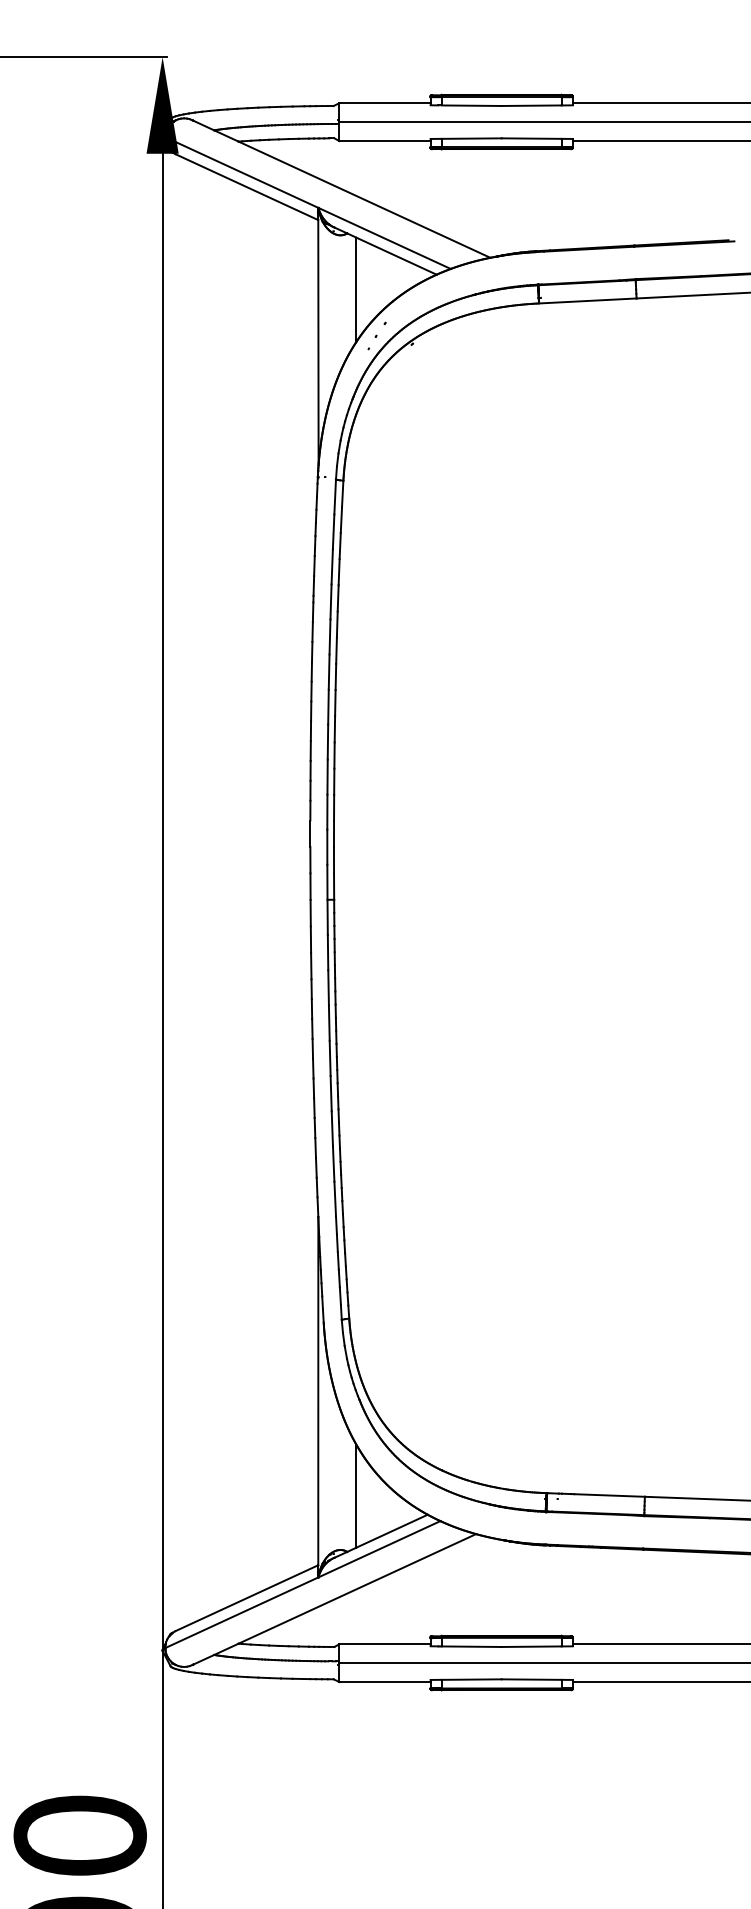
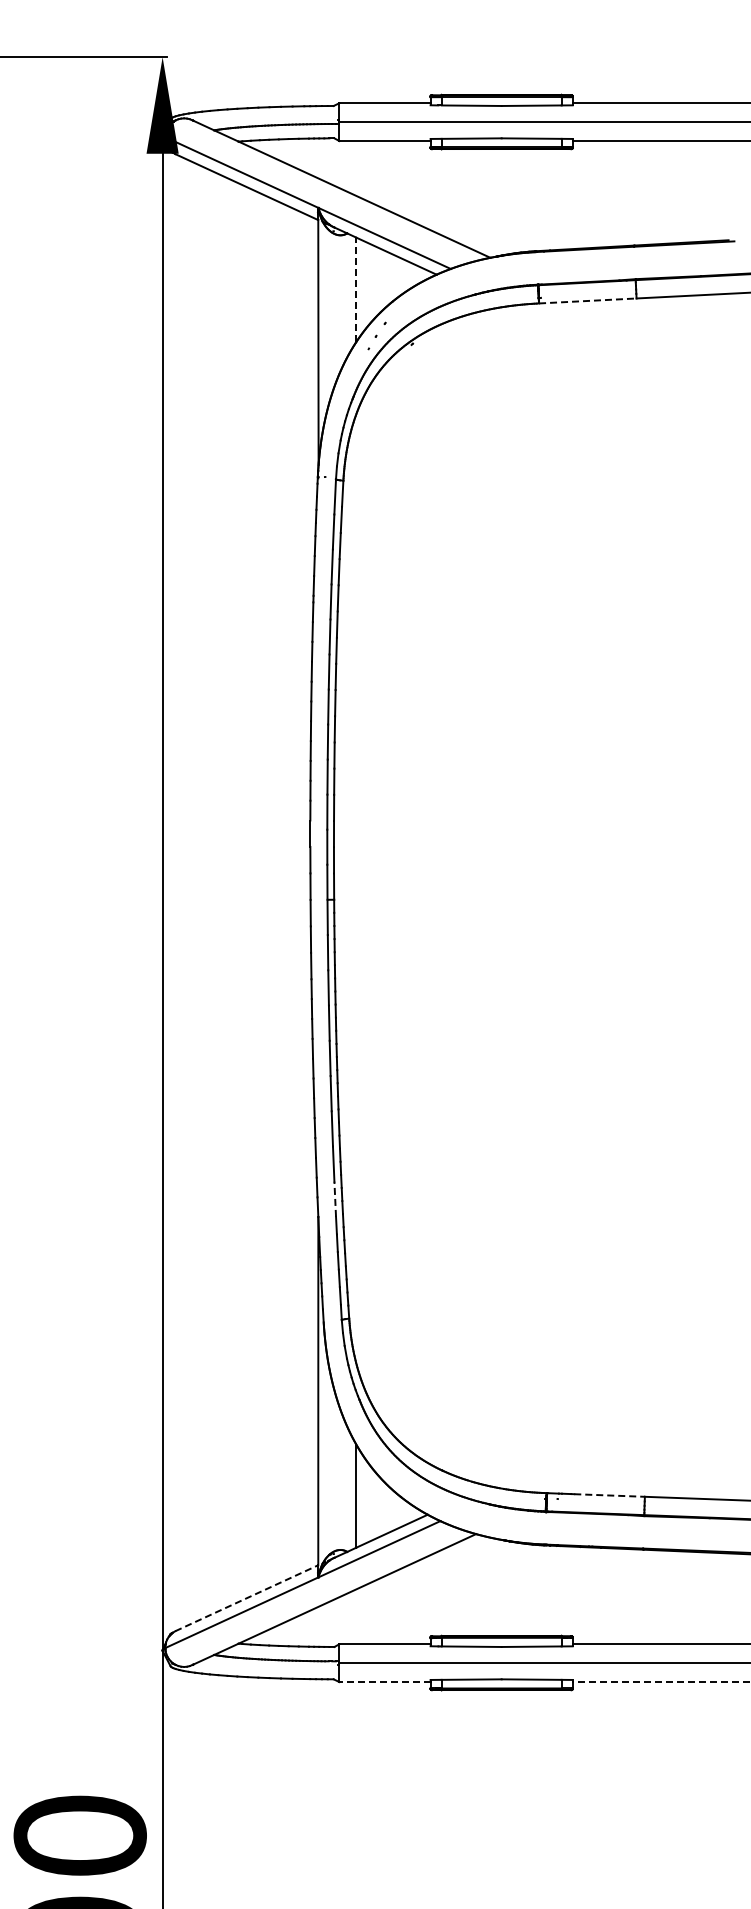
line at (356, 289): solid -> dashed
line at (587, 300): solid -> dashed
line at (335, 1199): solid -> dashed
line at (610, 1495): solid -> dashed
line at (246, 1598): solid -> dashed
line at (385, 1682): solid -> dashed
line at (661, 1682): solid -> dashed
